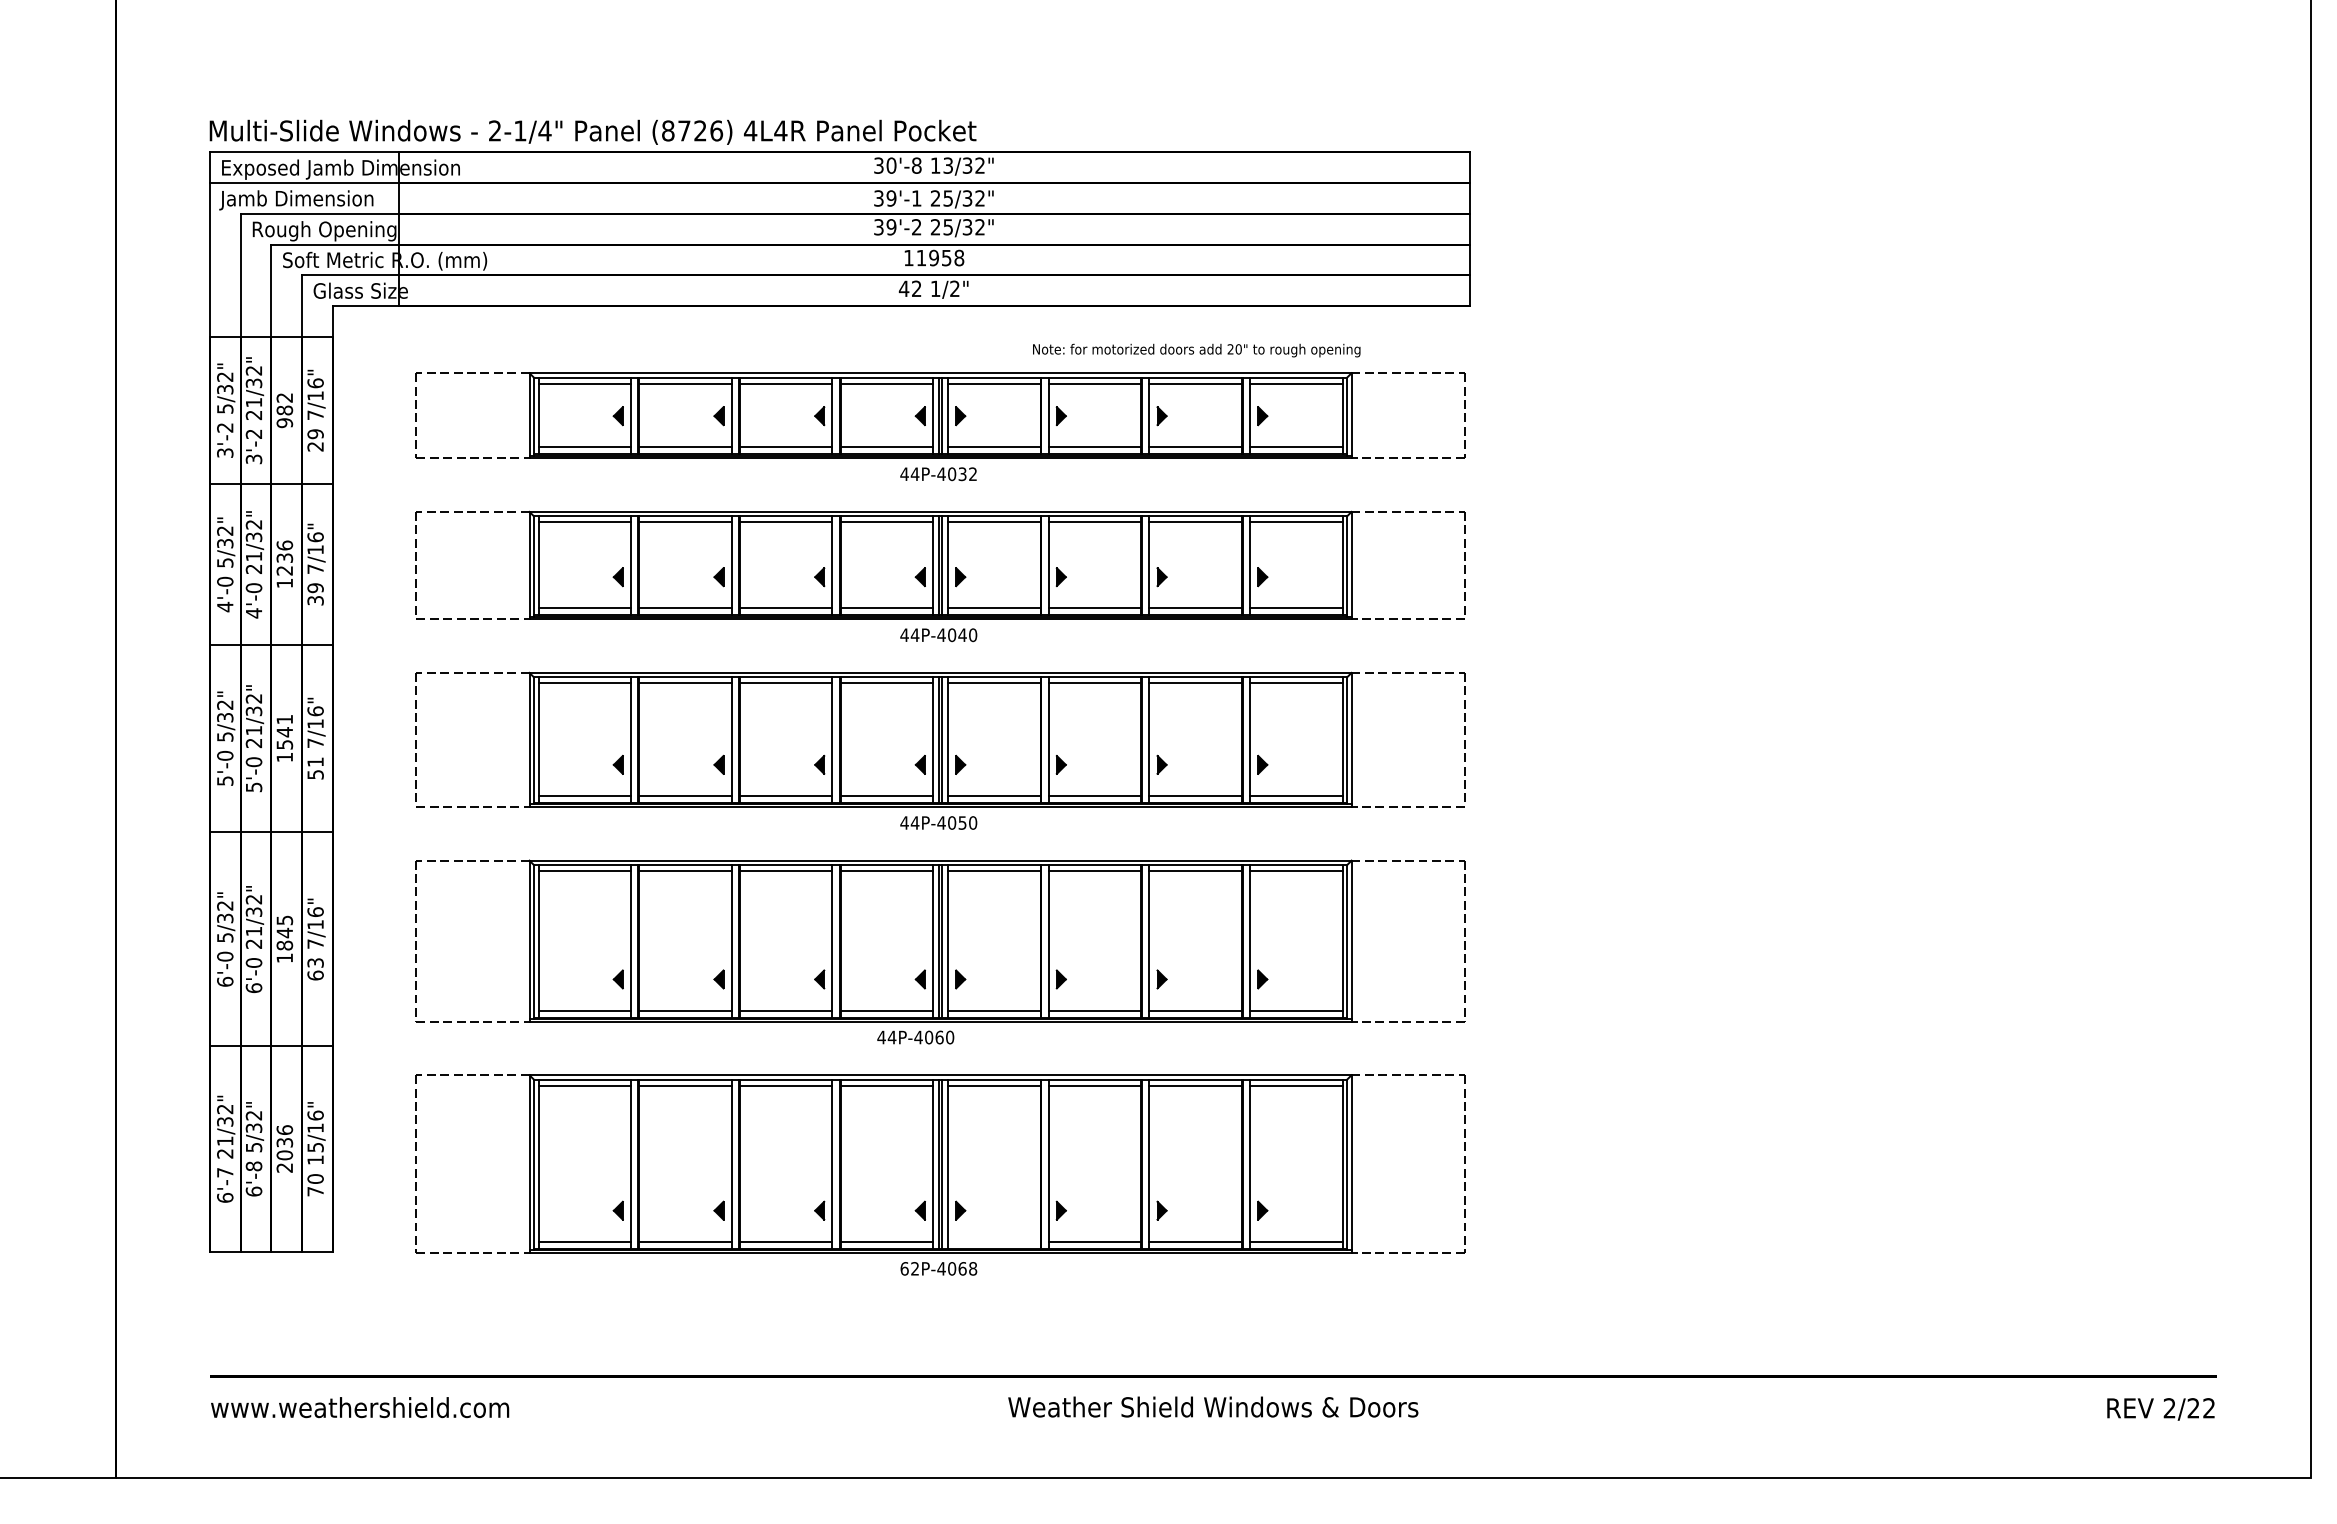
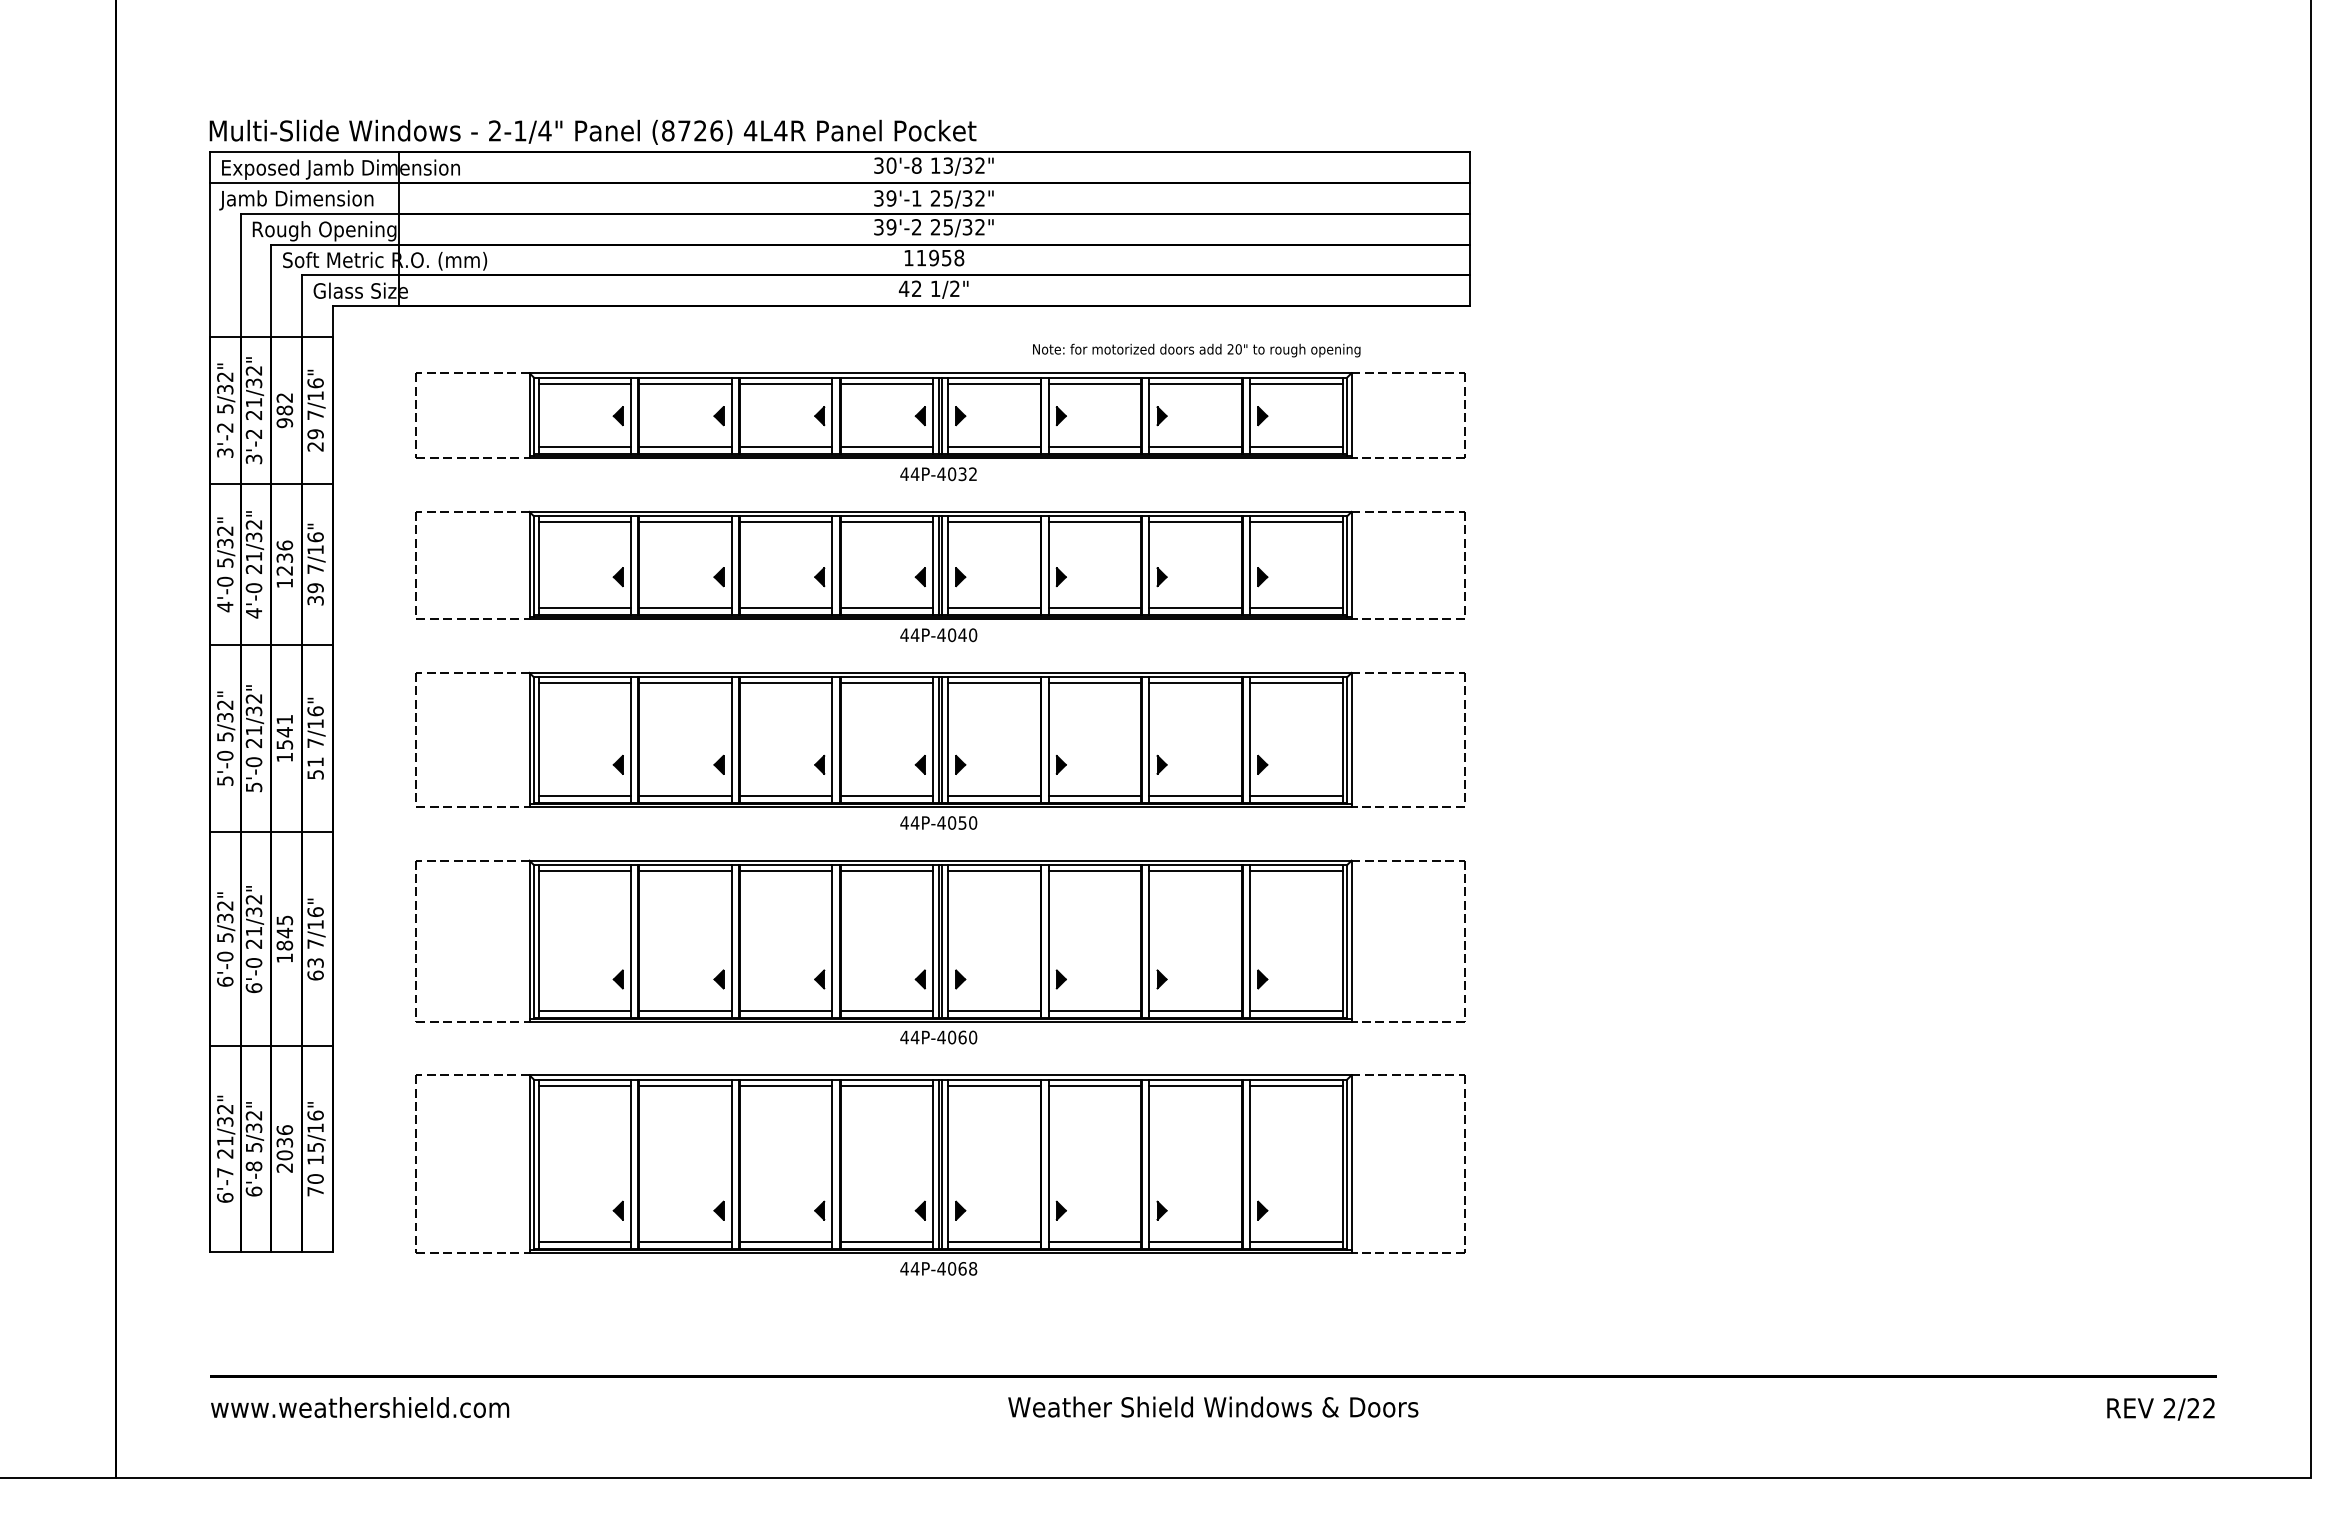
text at (915, 1037) position: (915, 1037) -> (938, 1037)
line at (993, 1241): none -> present
text at (909, 1268): 62P-4068 -> 44P-4068
